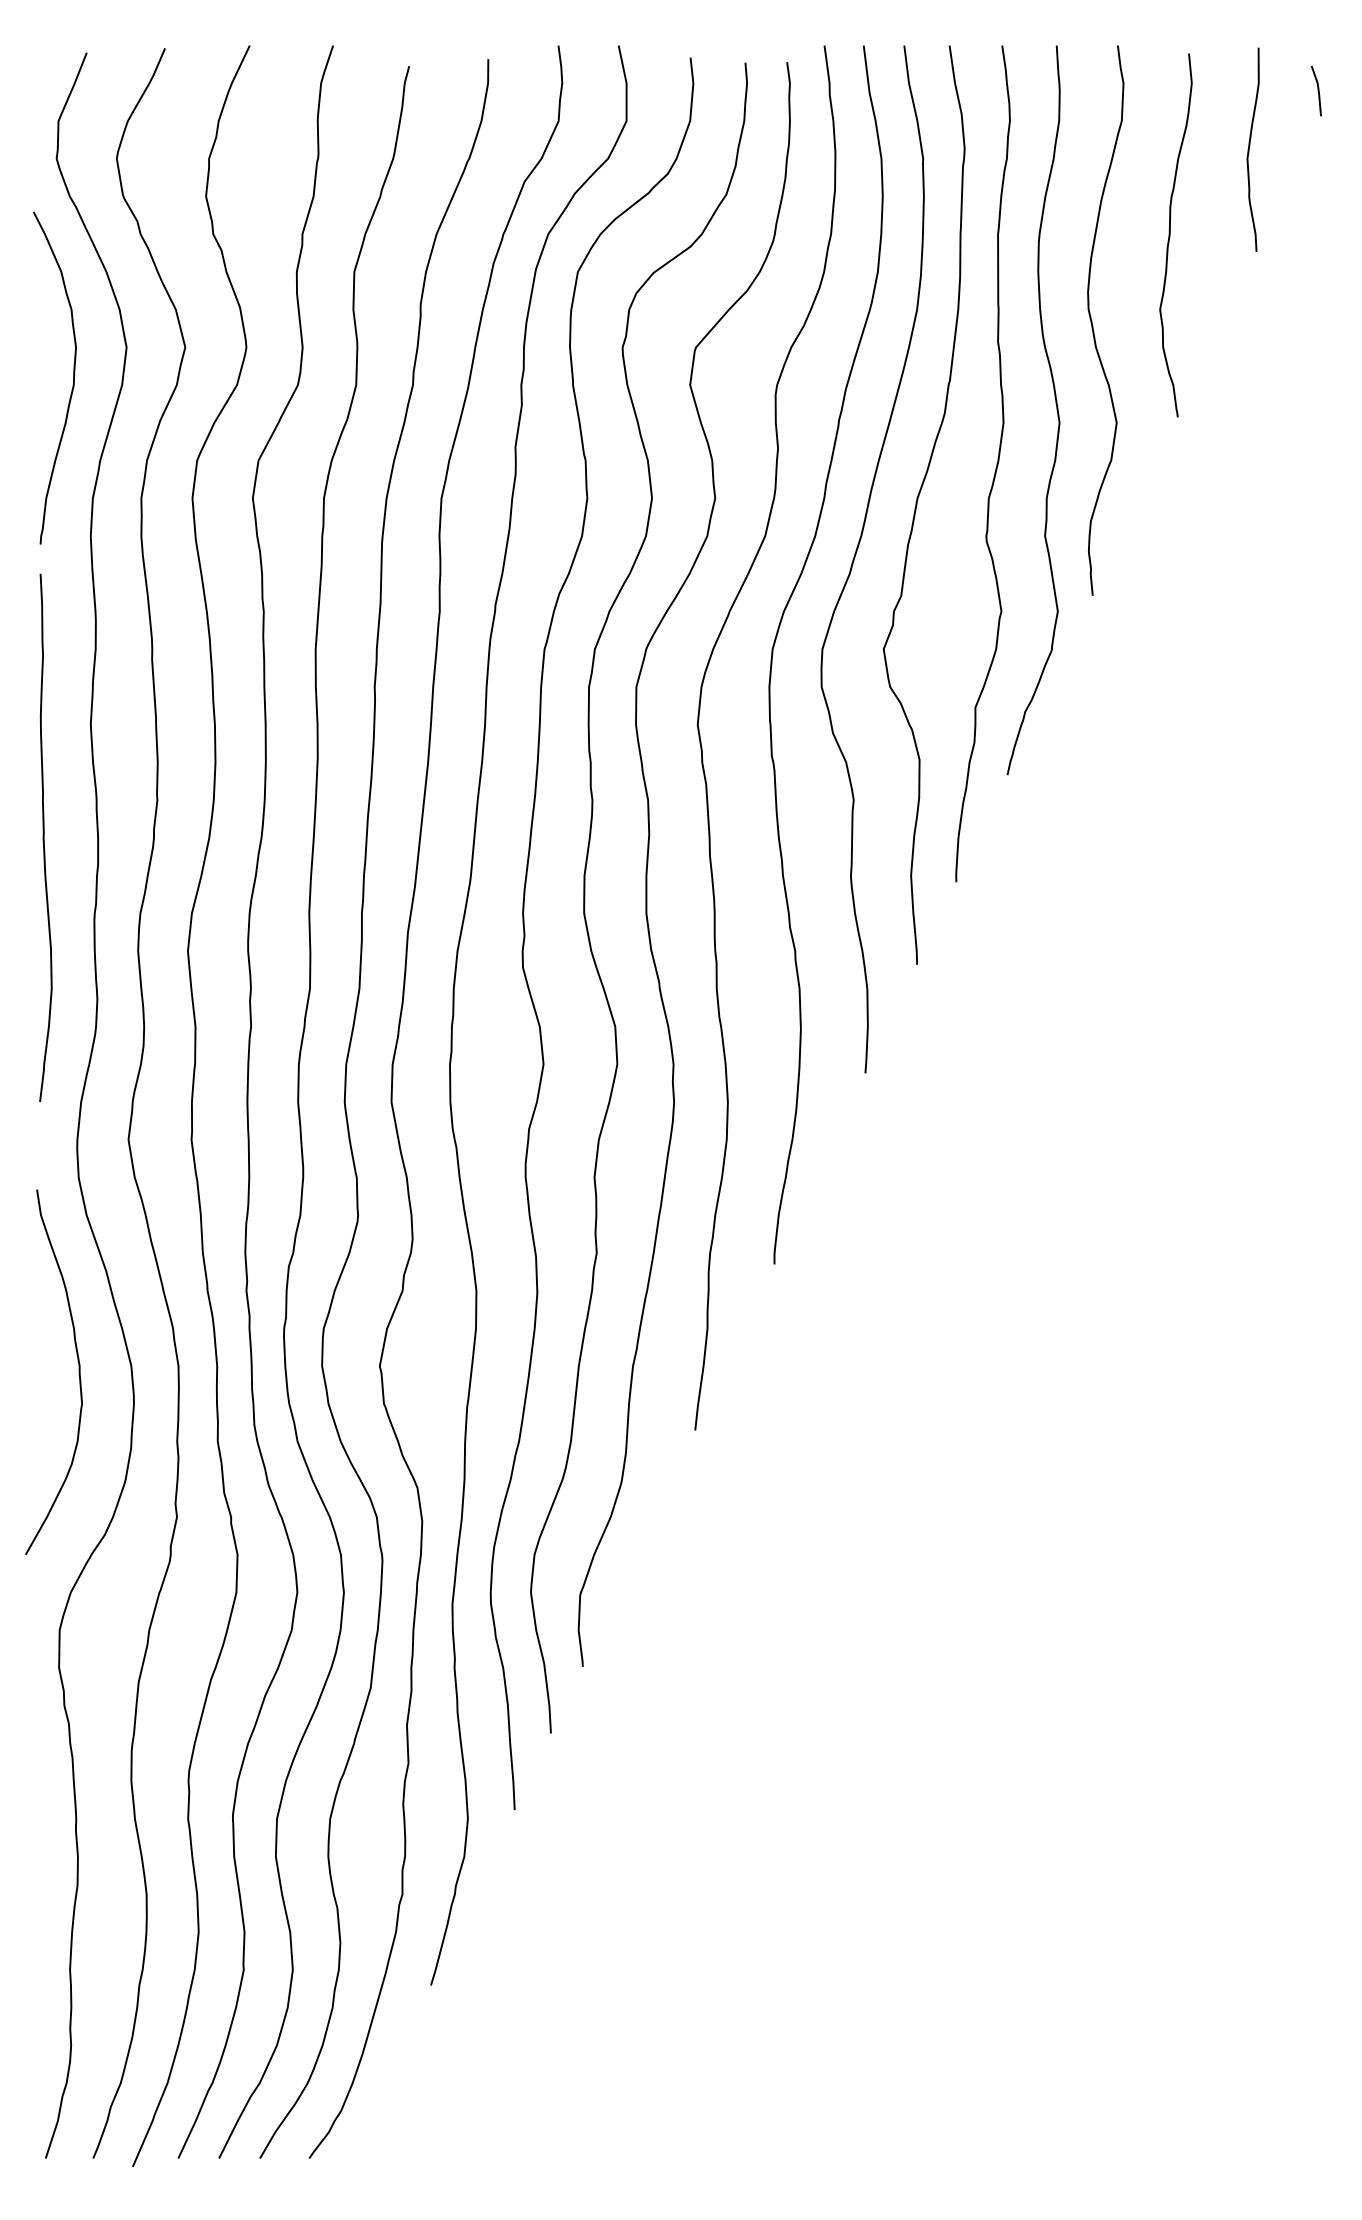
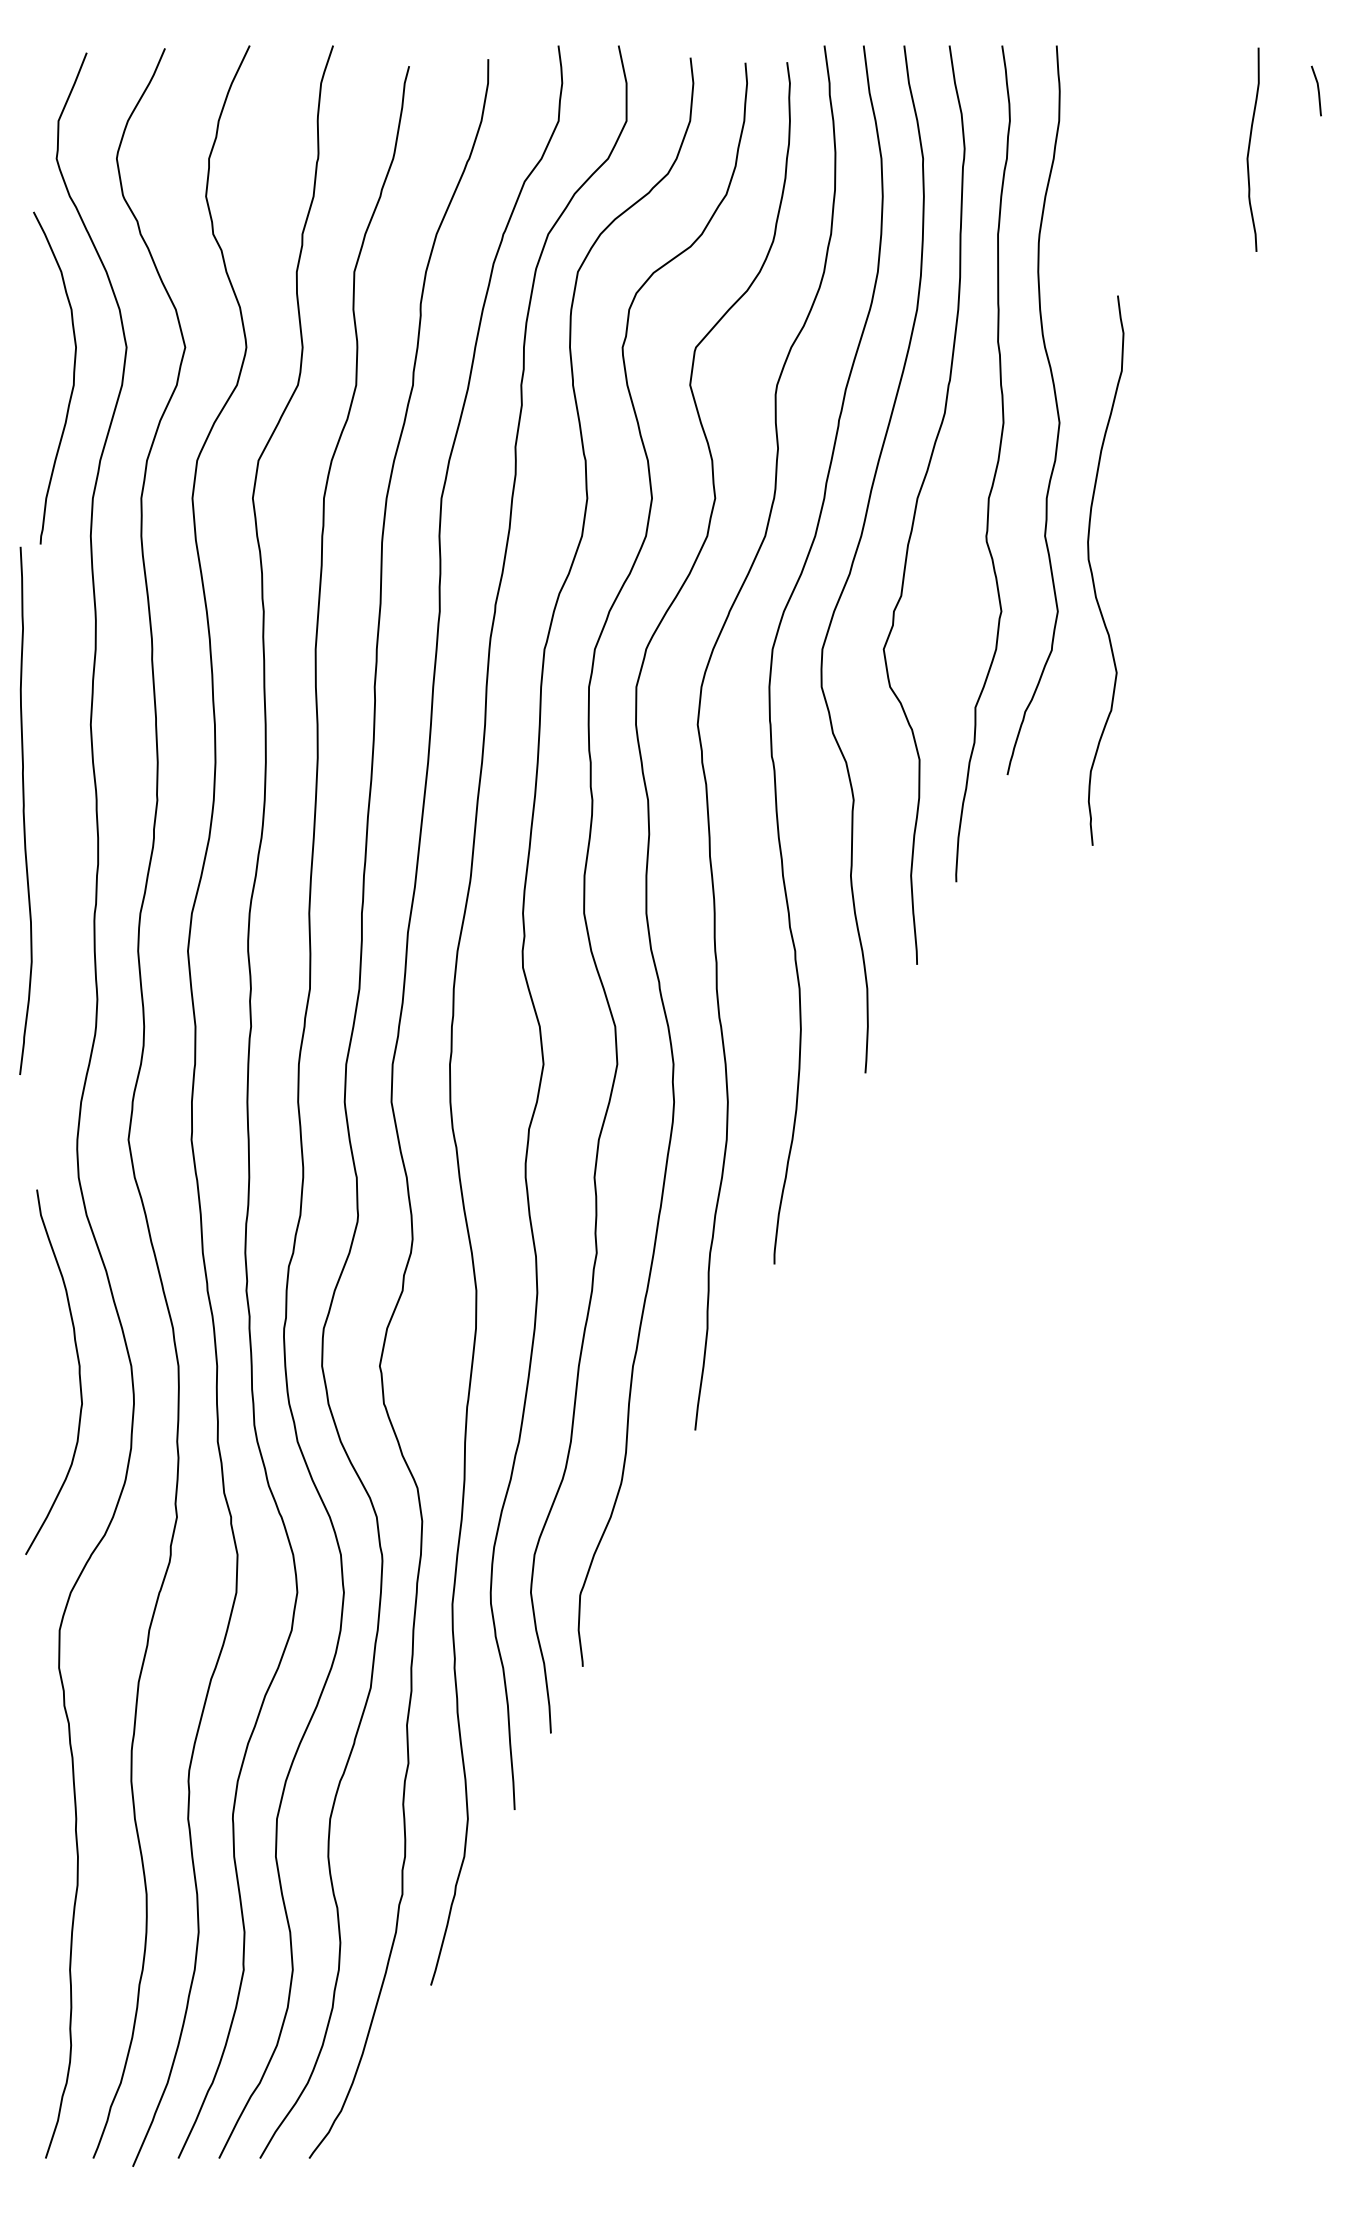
curve at (1170, 235): present -> none
curve at (1092, 320) position: (1092, 320) -> (1092, 570)
curve at (44, 837) position: (44, 837) -> (24, 810)
